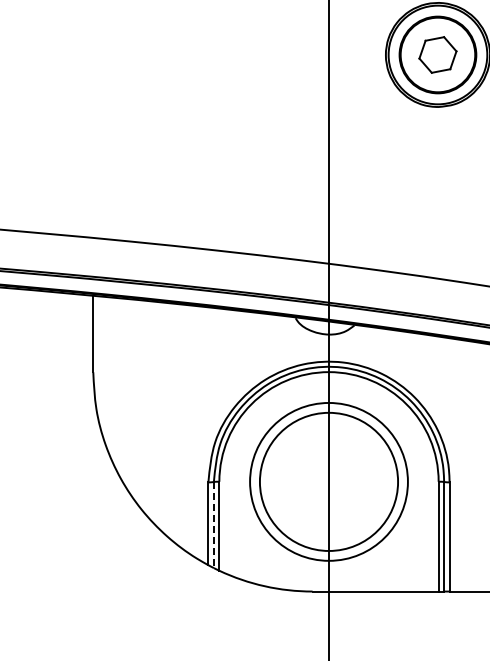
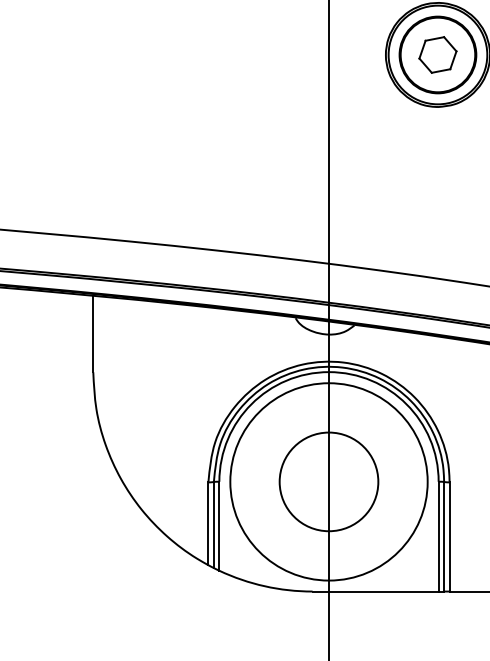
circle at (328, 481) diameter: 138 px -> 99 px
circle at (328, 481) diameter: 158 px -> 197 px
line at (213, 525): dashed -> solid
